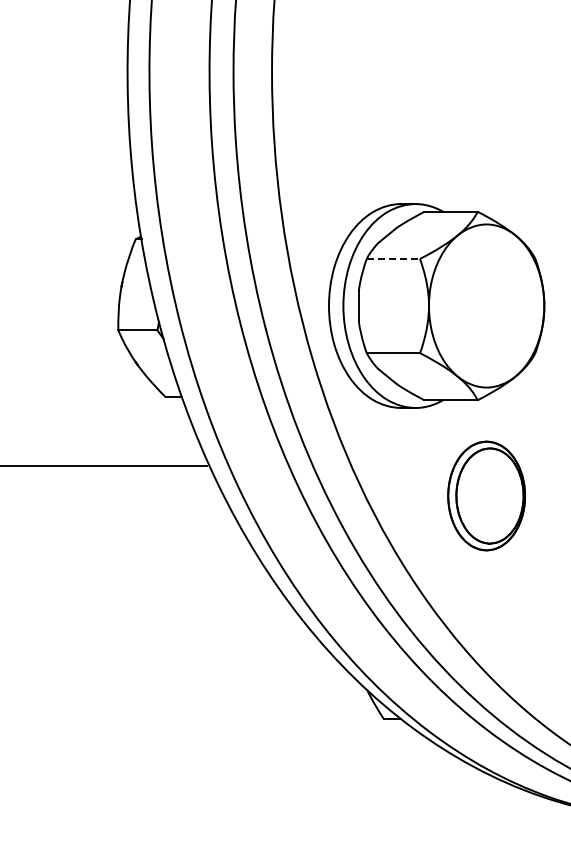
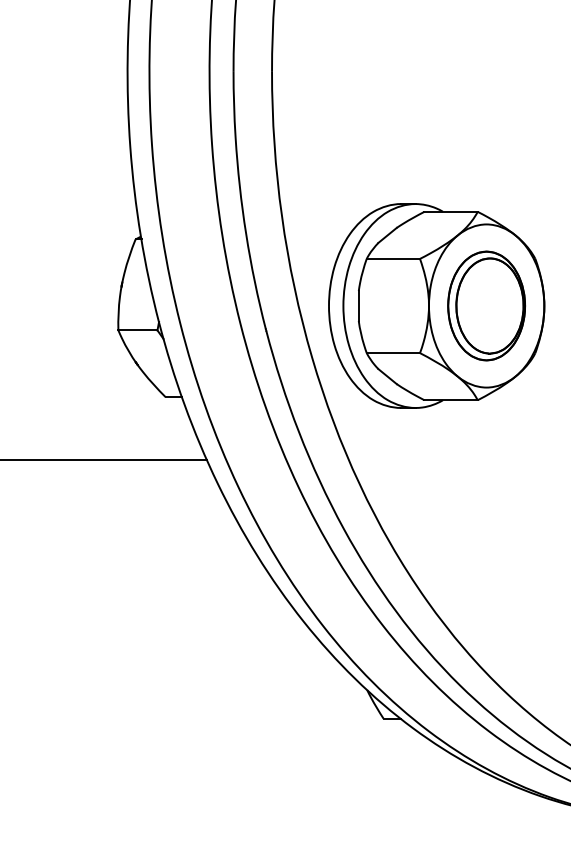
line at (393, 258): dashed -> solid
line at (104, 466) position: (104, 466) -> (104, 460)
part at (486, 495) position: (486, 495) -> (486, 305)
